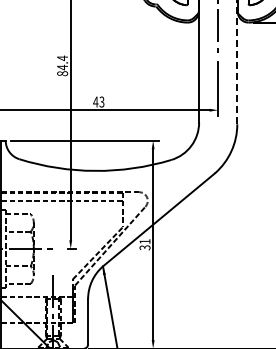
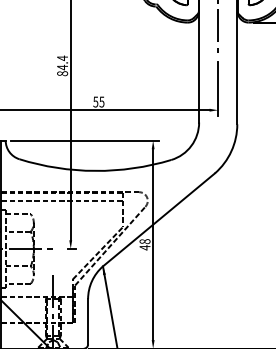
line at (237, 62): dashed -> solid
text at (98, 101): 43 -> 55
text at (144, 244): 31 -> 48
